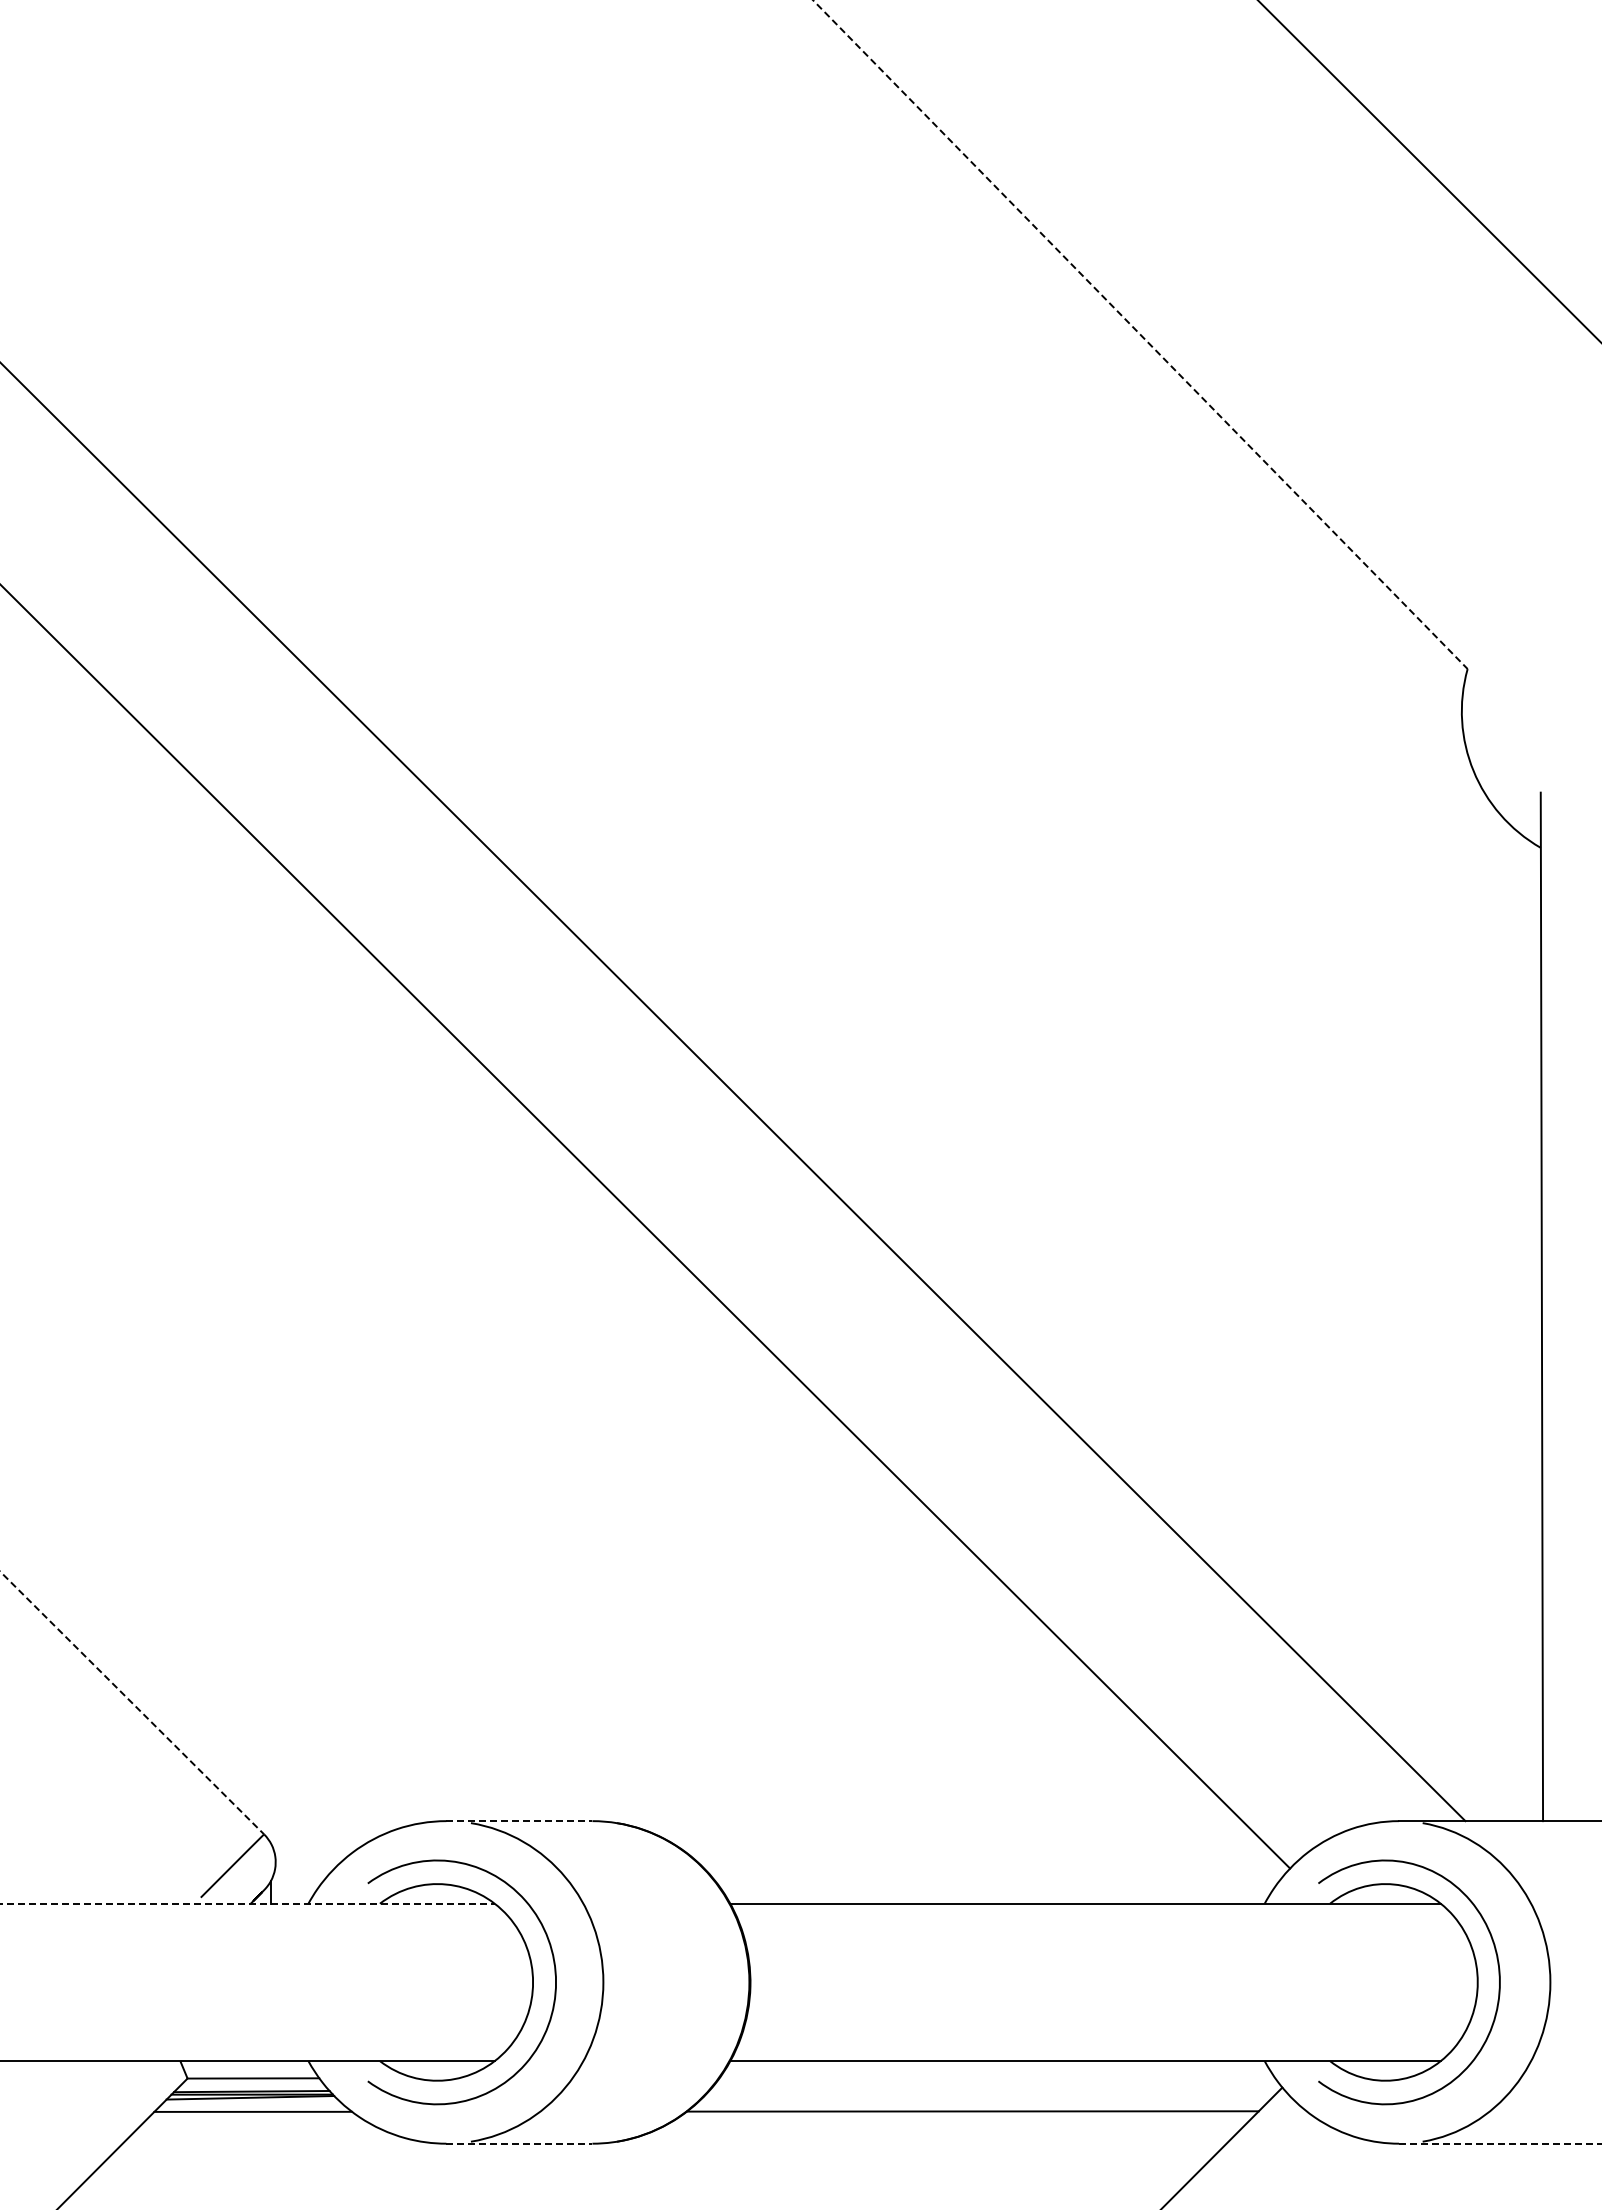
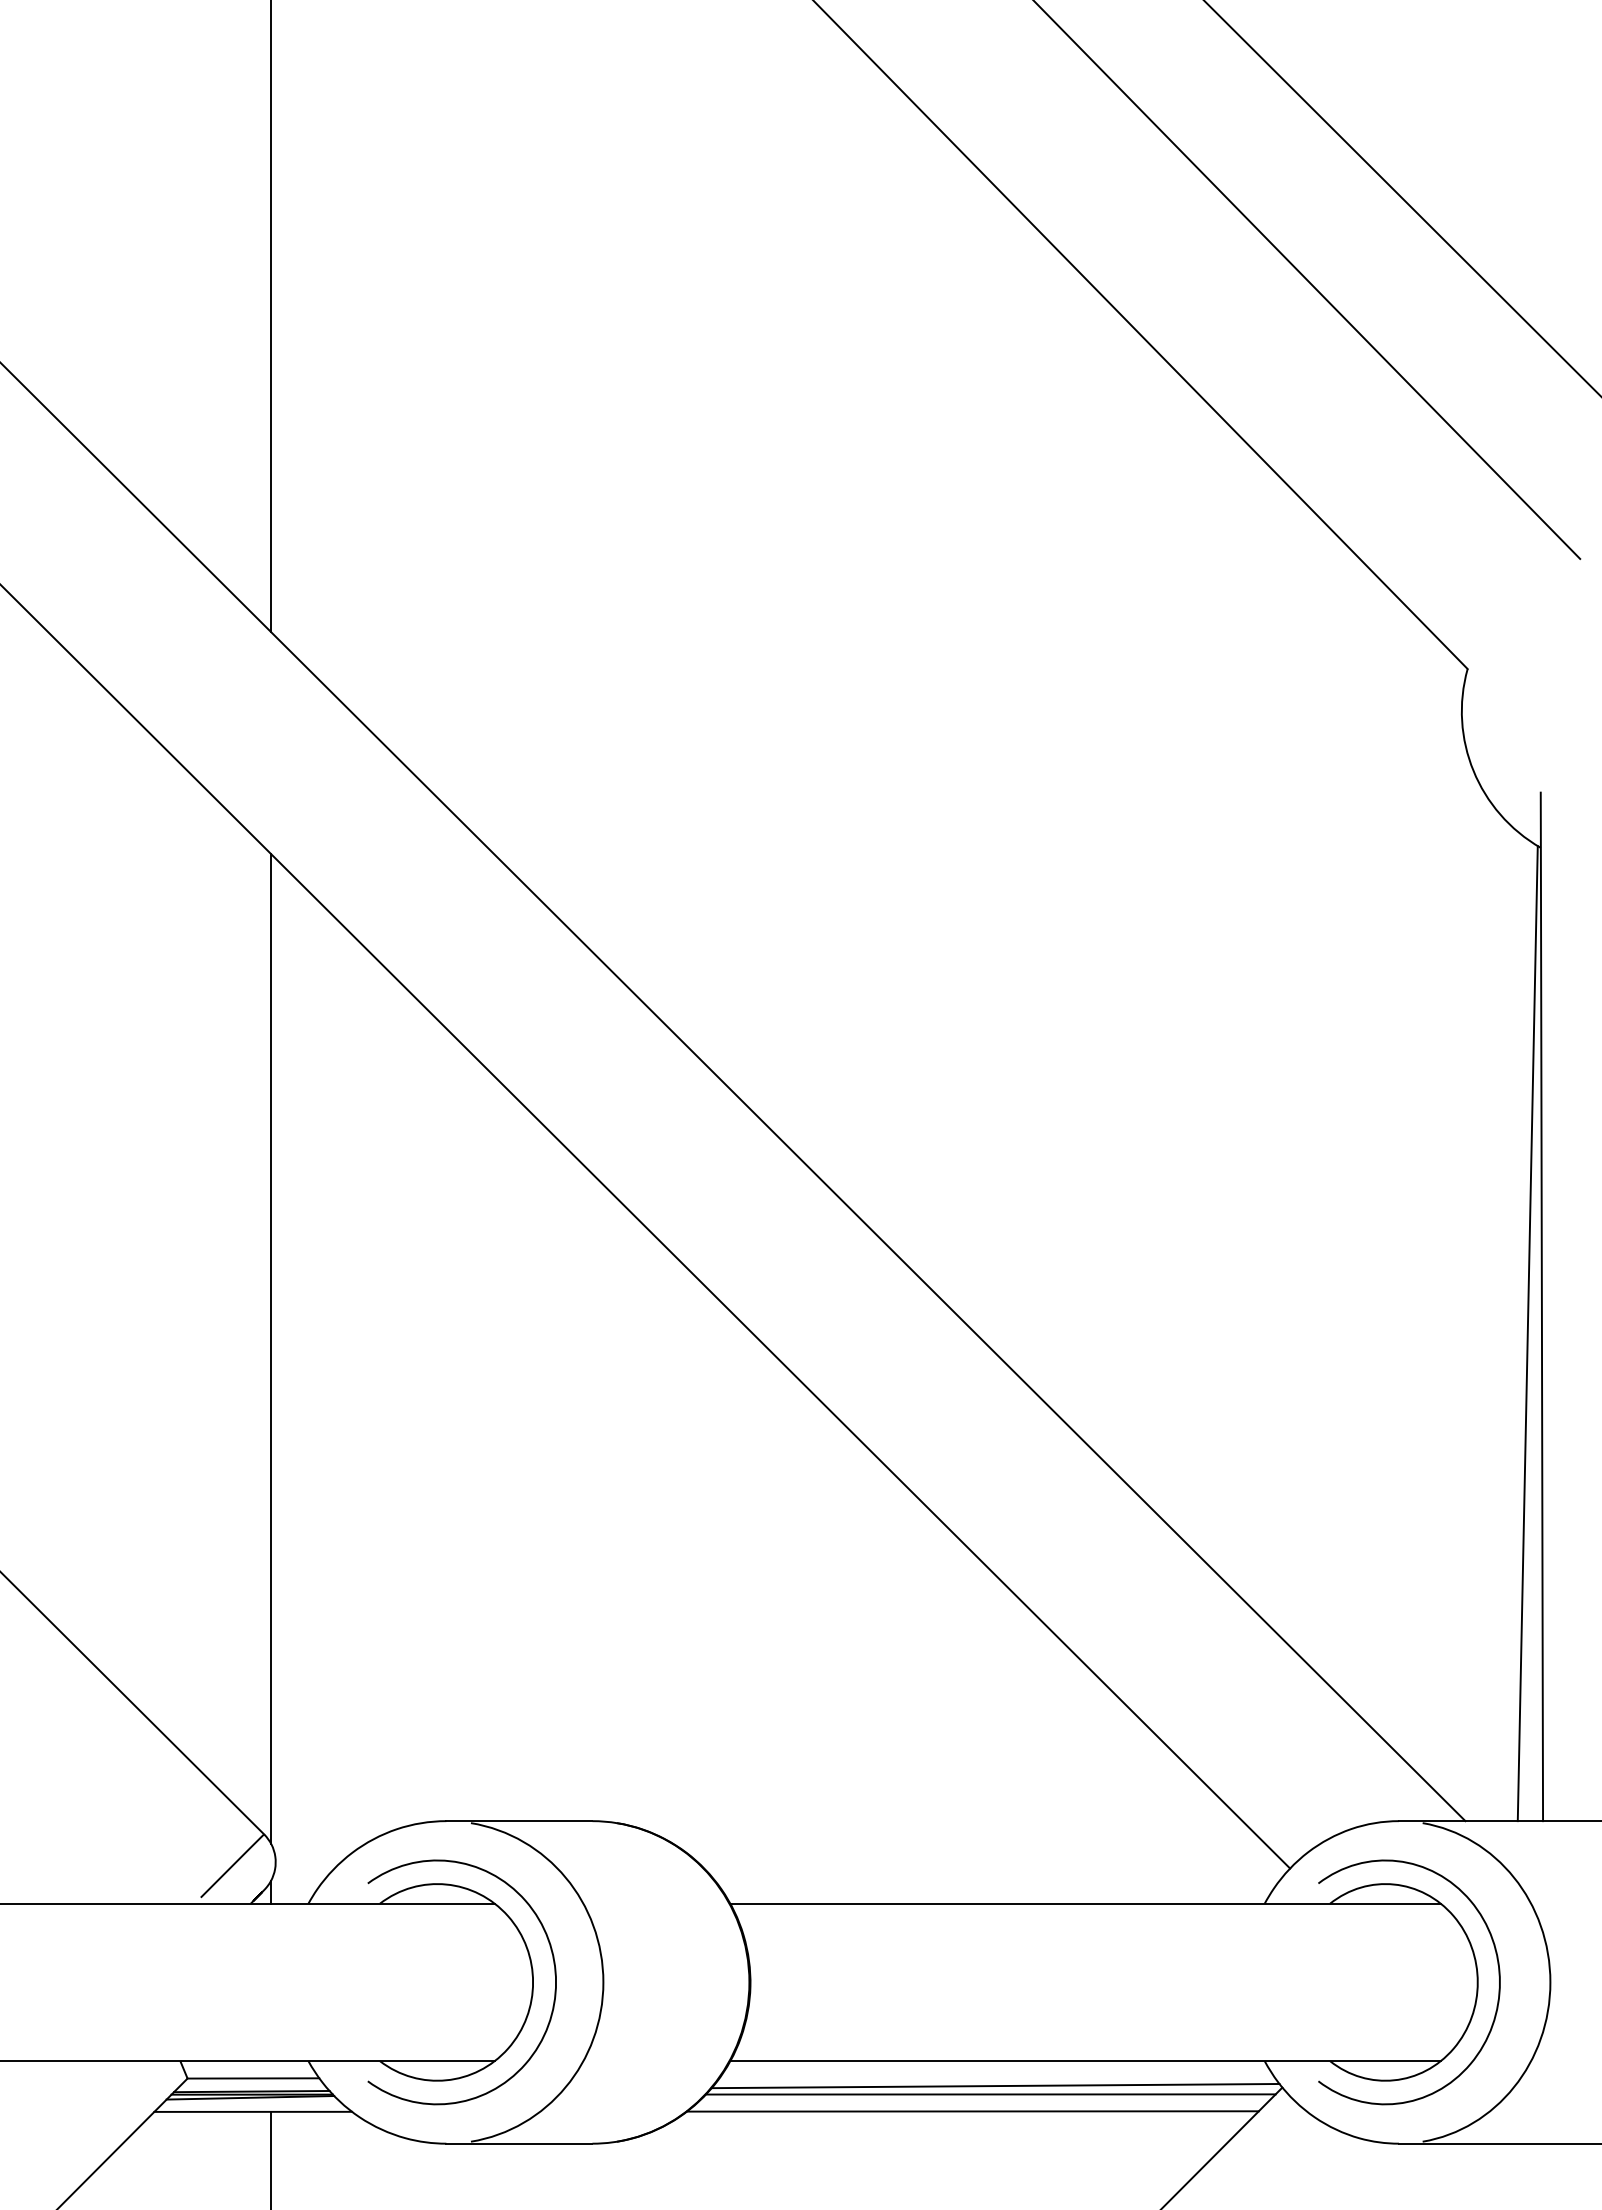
line at (1429, 171) position: (1429, 171) -> (1402, 197)
line at (1307, 280): none -> present
line at (271, 316): none -> present
line at (1140, 334): dashed -> solid
line at (1527, 1333): none -> present
line at (271, 1348): none -> present
line at (132, 1703): dashed -> solid
line at (519, 1821): dashed -> solid
line at (247, 1903): dashed -> solid
line at (995, 2085): none -> present
line at (990, 2094): none -> present
line at (519, 2143): dashed -> solid
line at (1500, 2143): dashed -> solid
line at (271, 2158): none -> present
